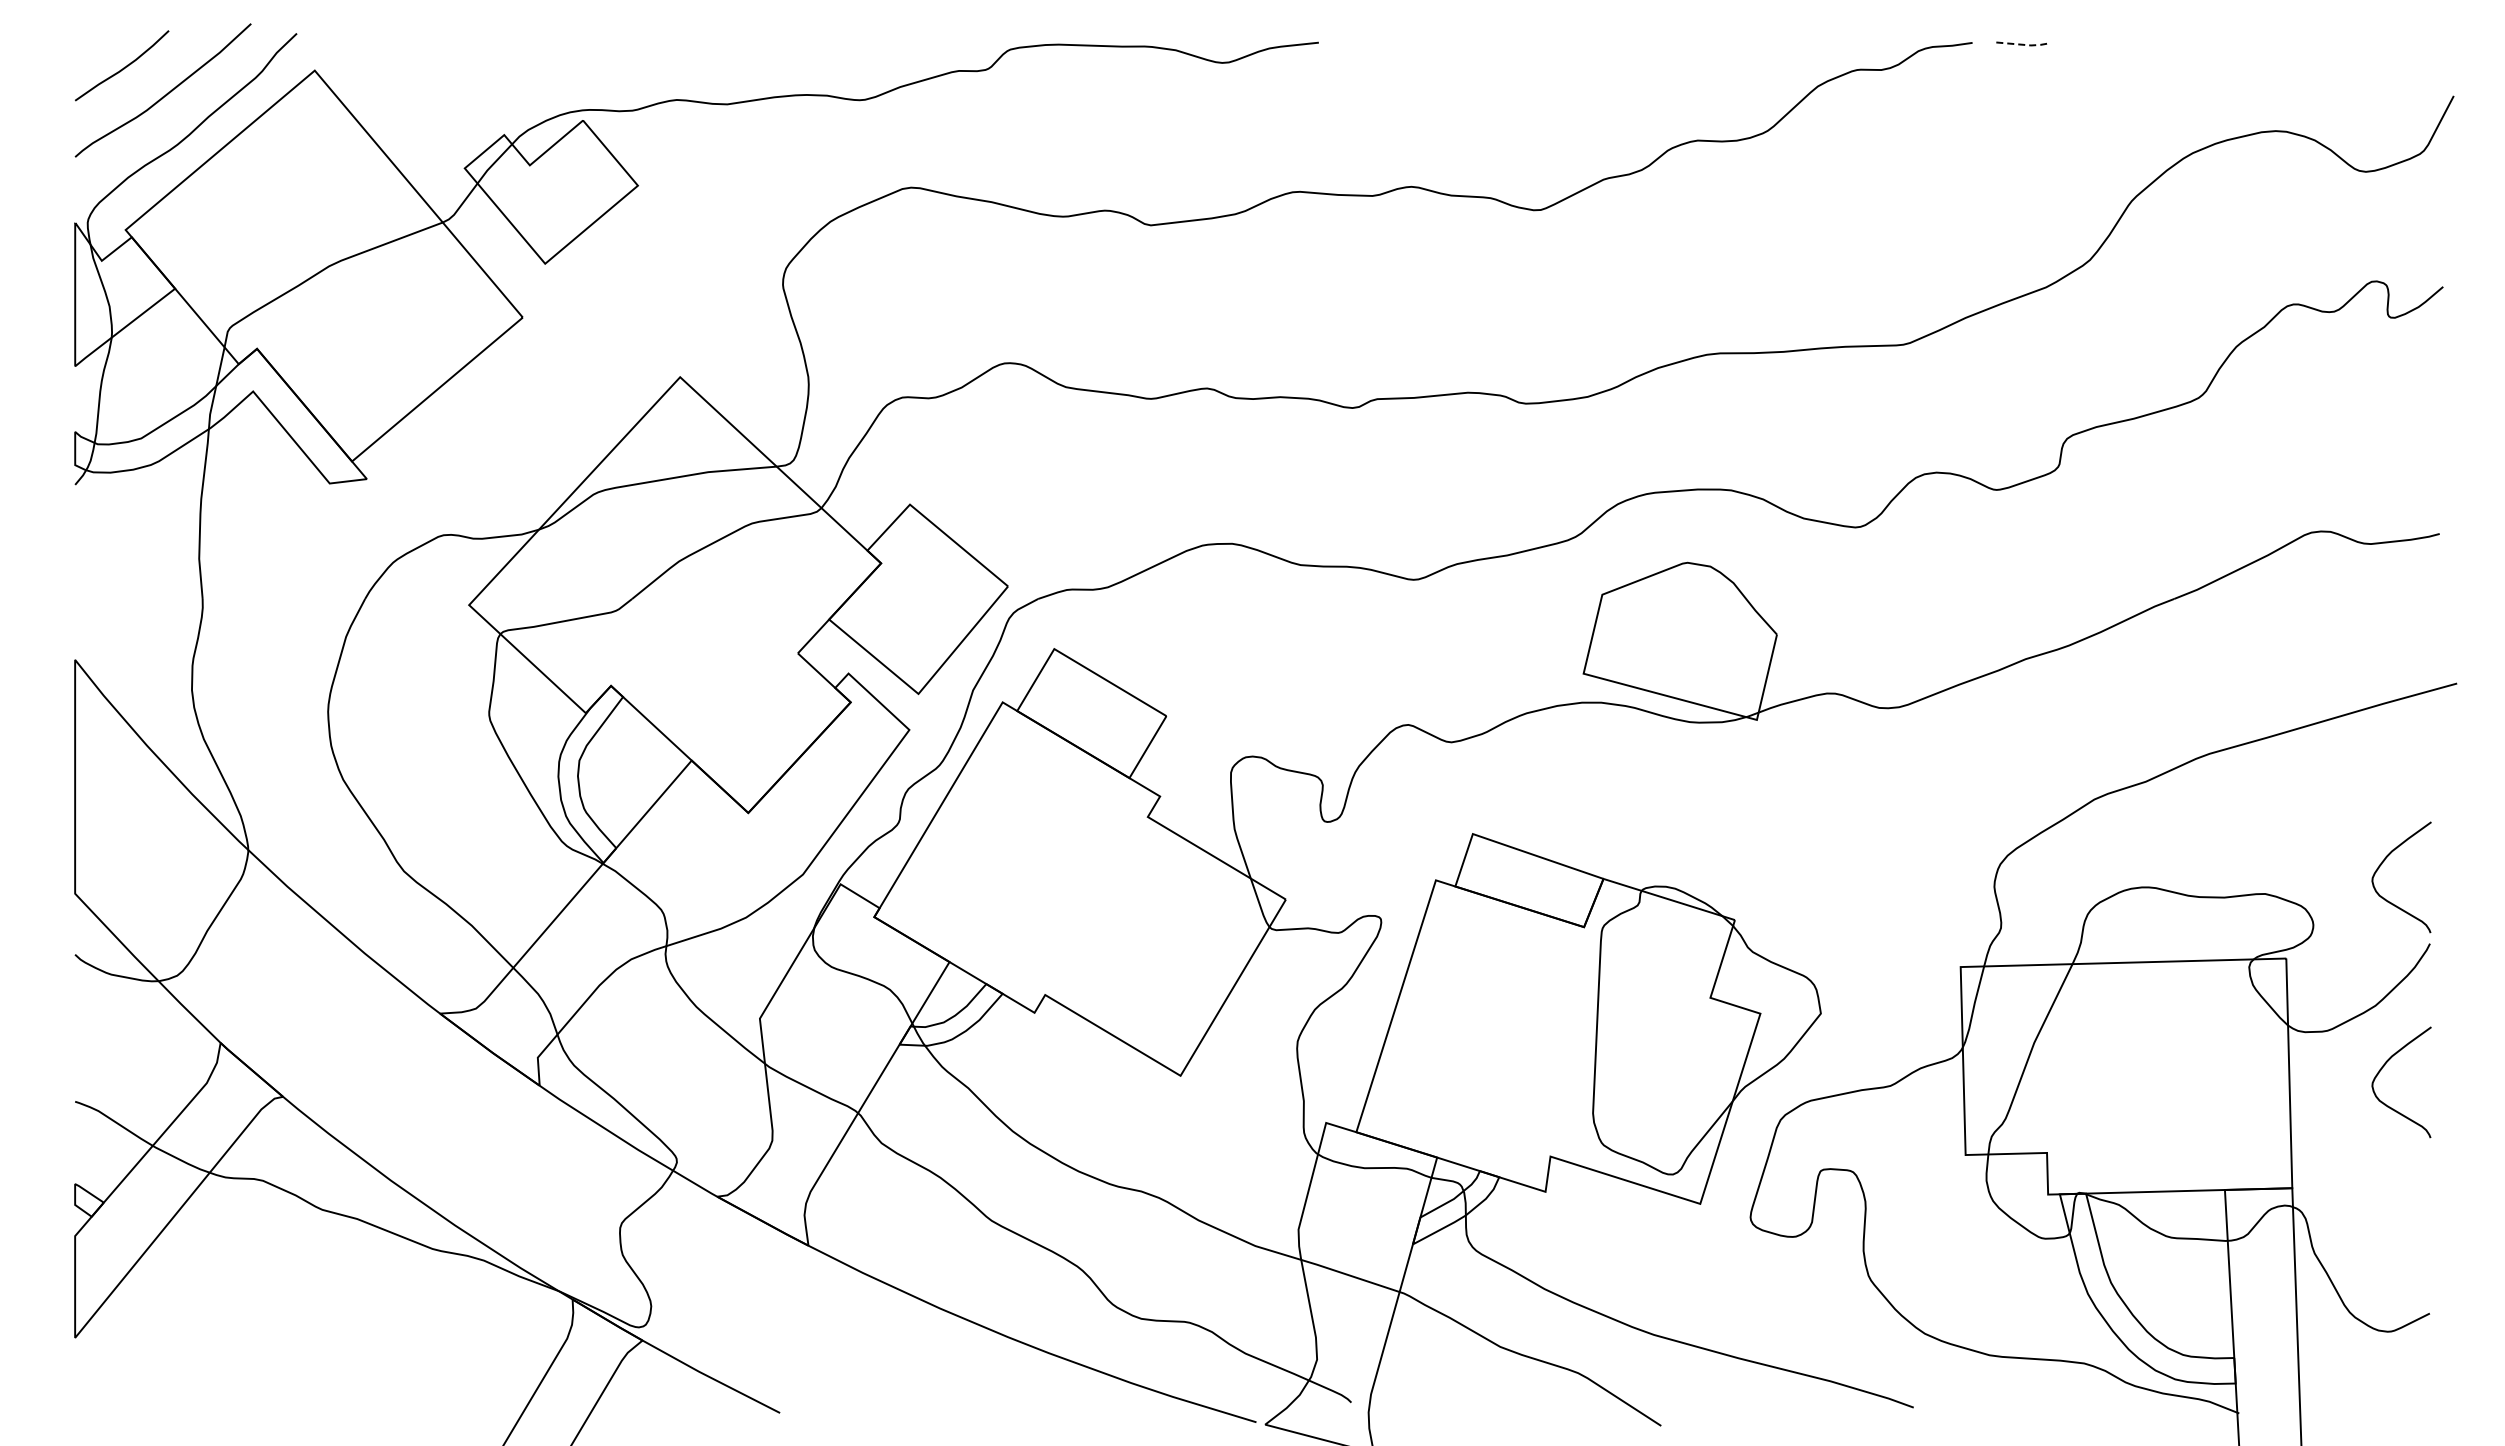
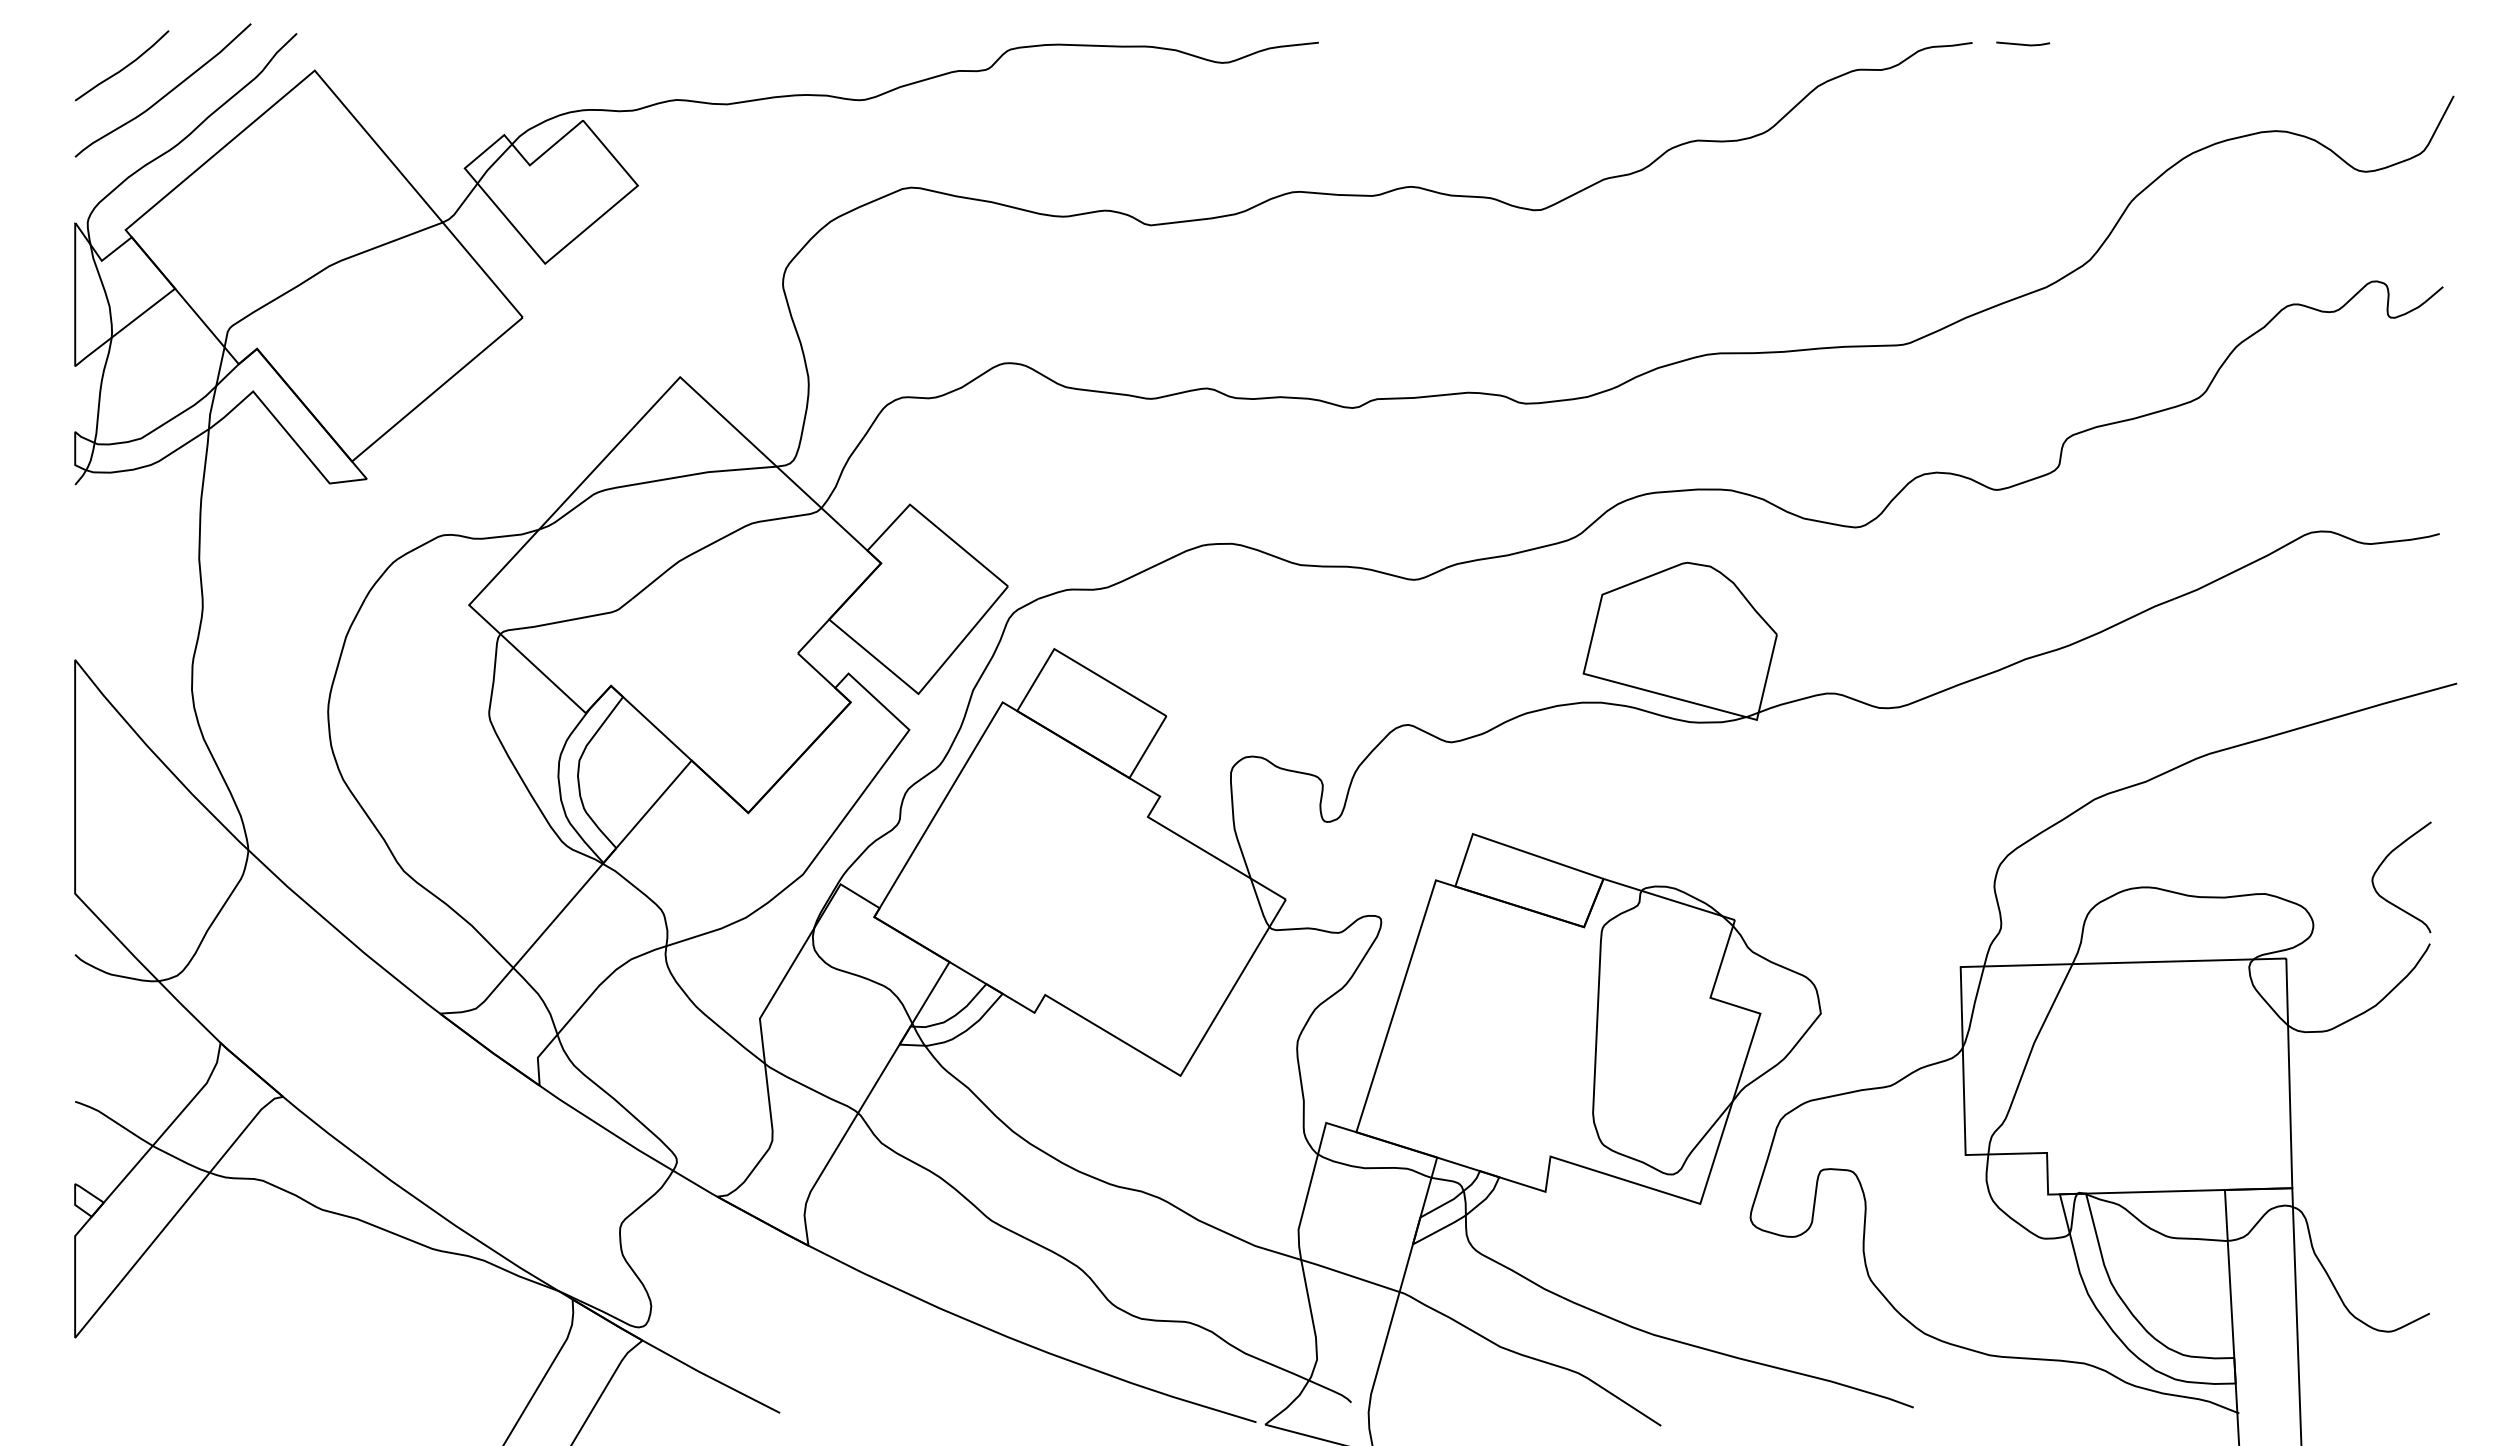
line at (2025, 44): dashed -> solid
curve at (2382, 1069): present -> none
